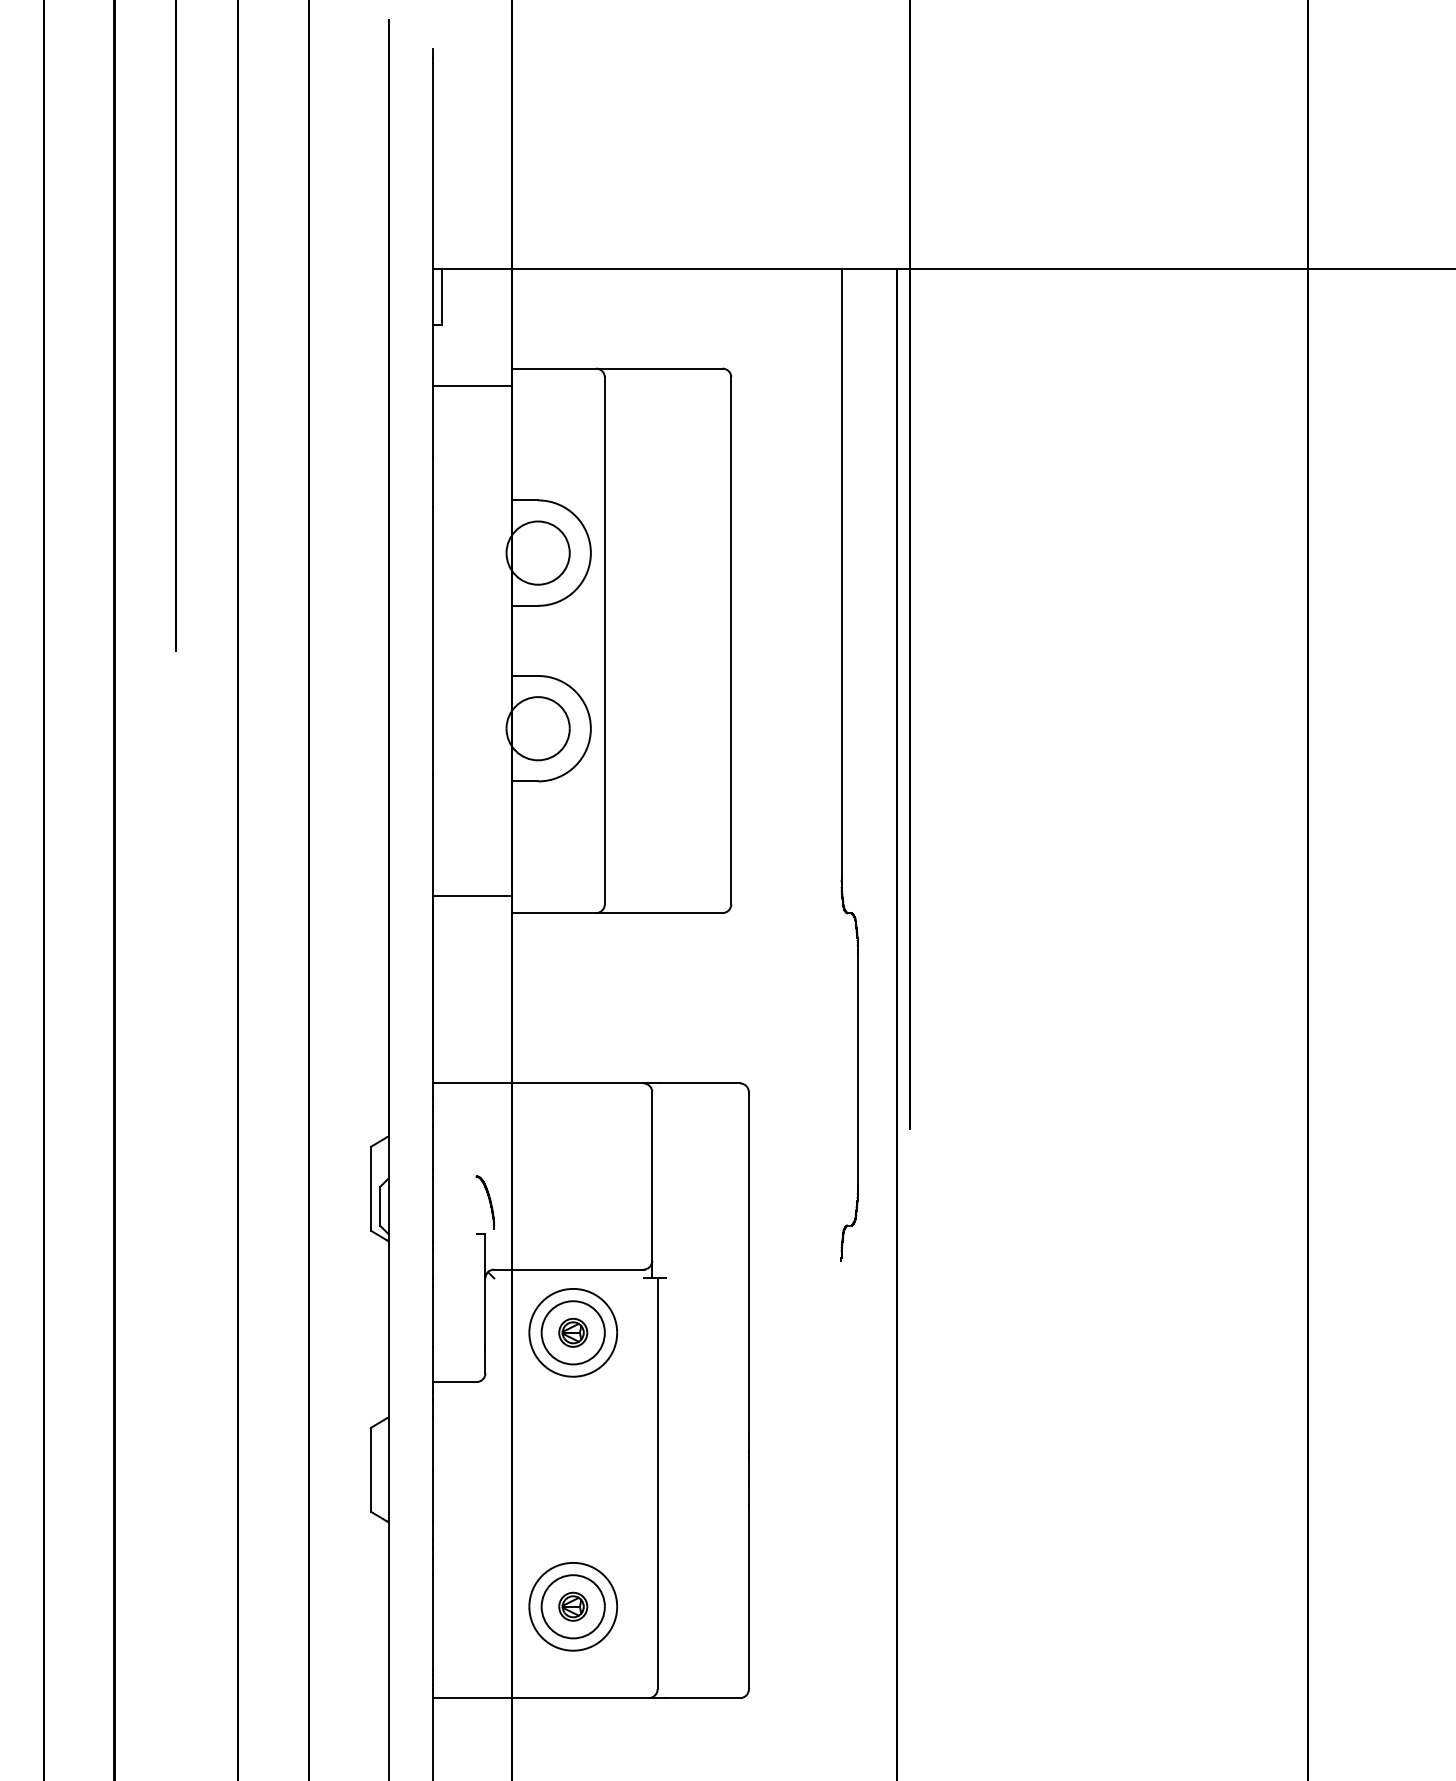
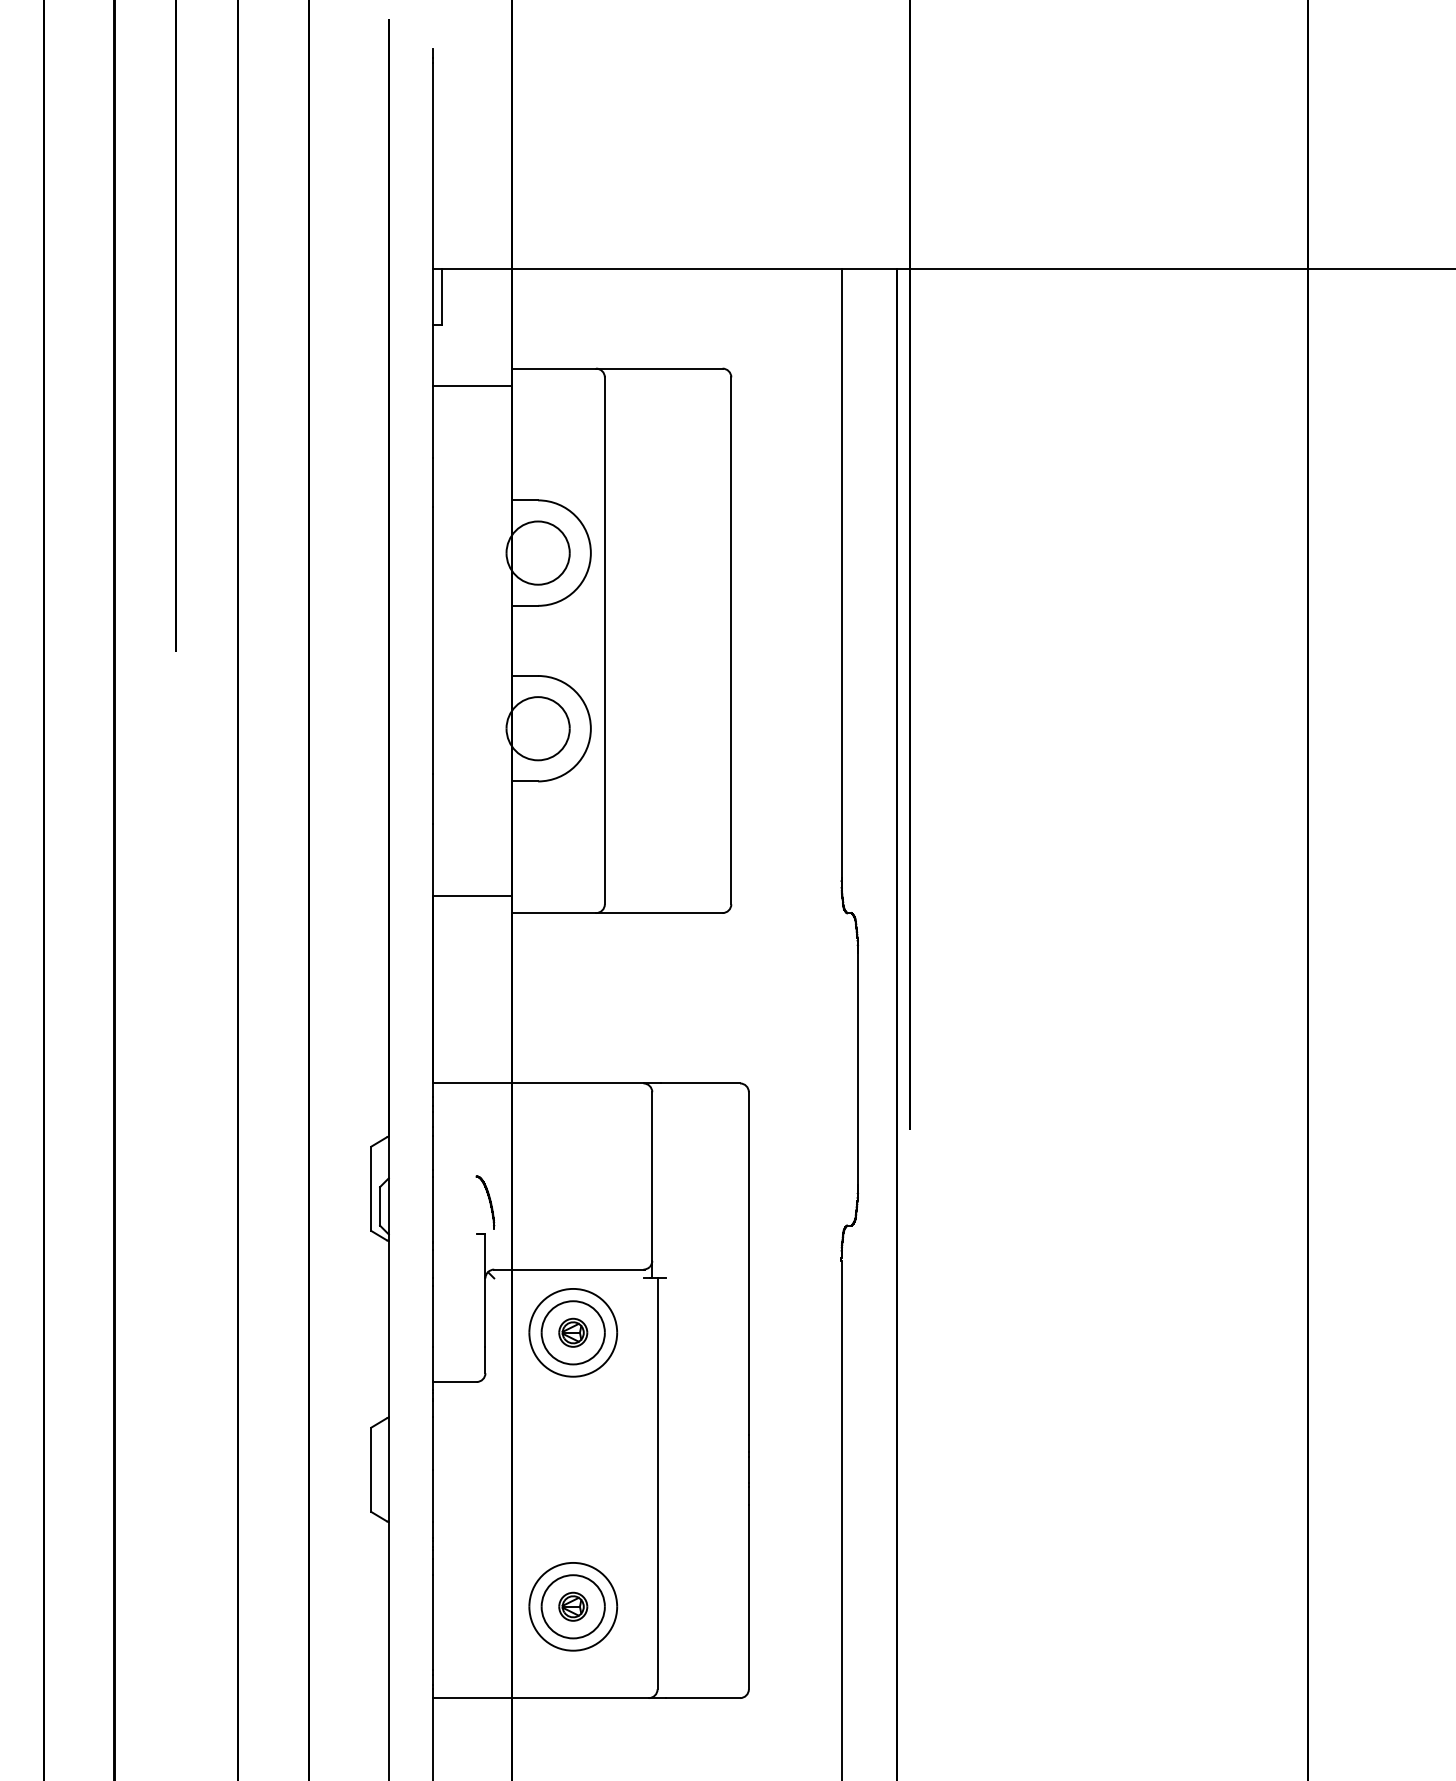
line at (841, 1518): none -> present
